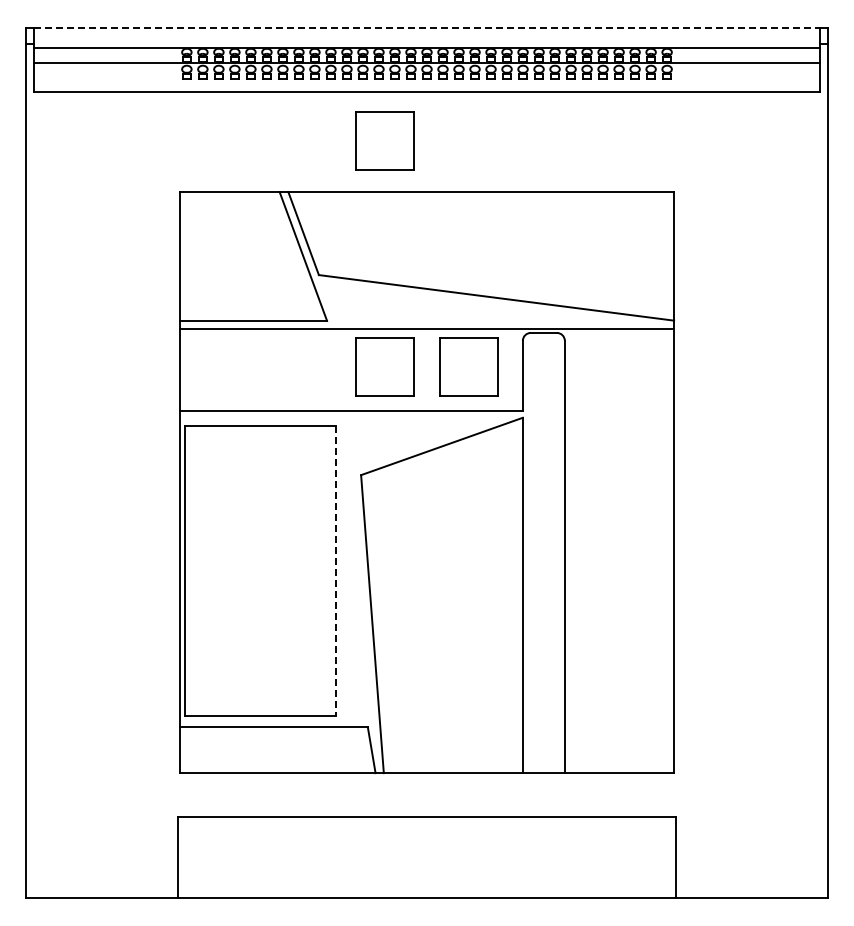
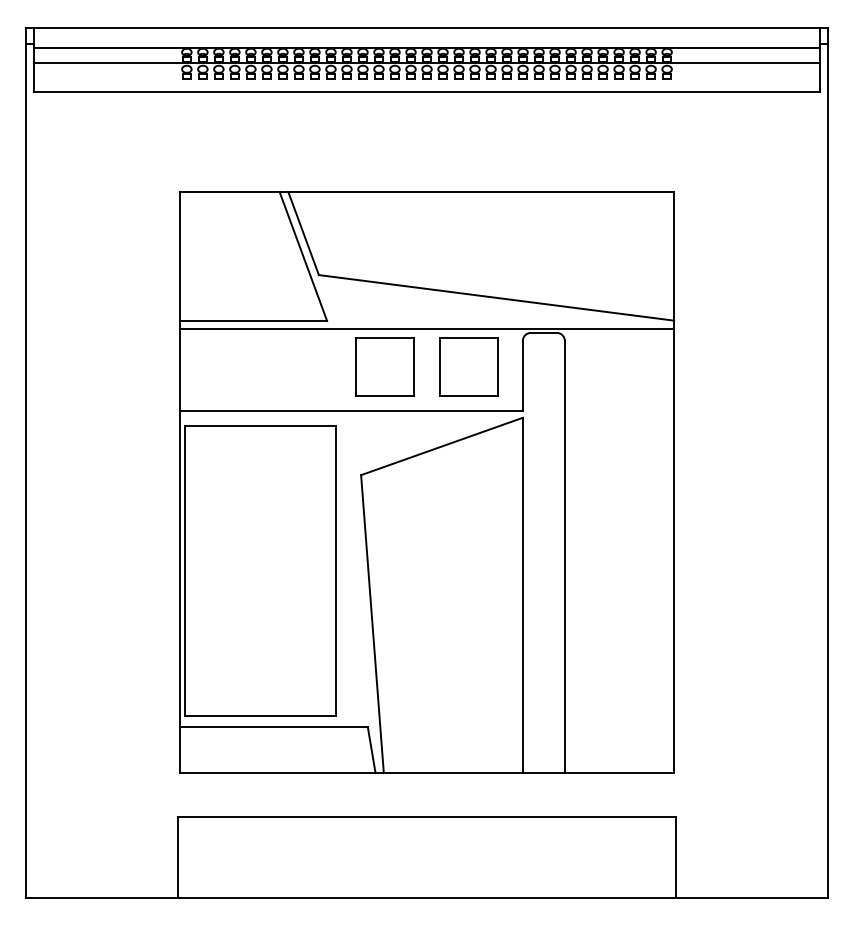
line at (427, 27): dashed -> solid
part at (384, 140): present -> none
line at (335, 571): dashed -> solid
